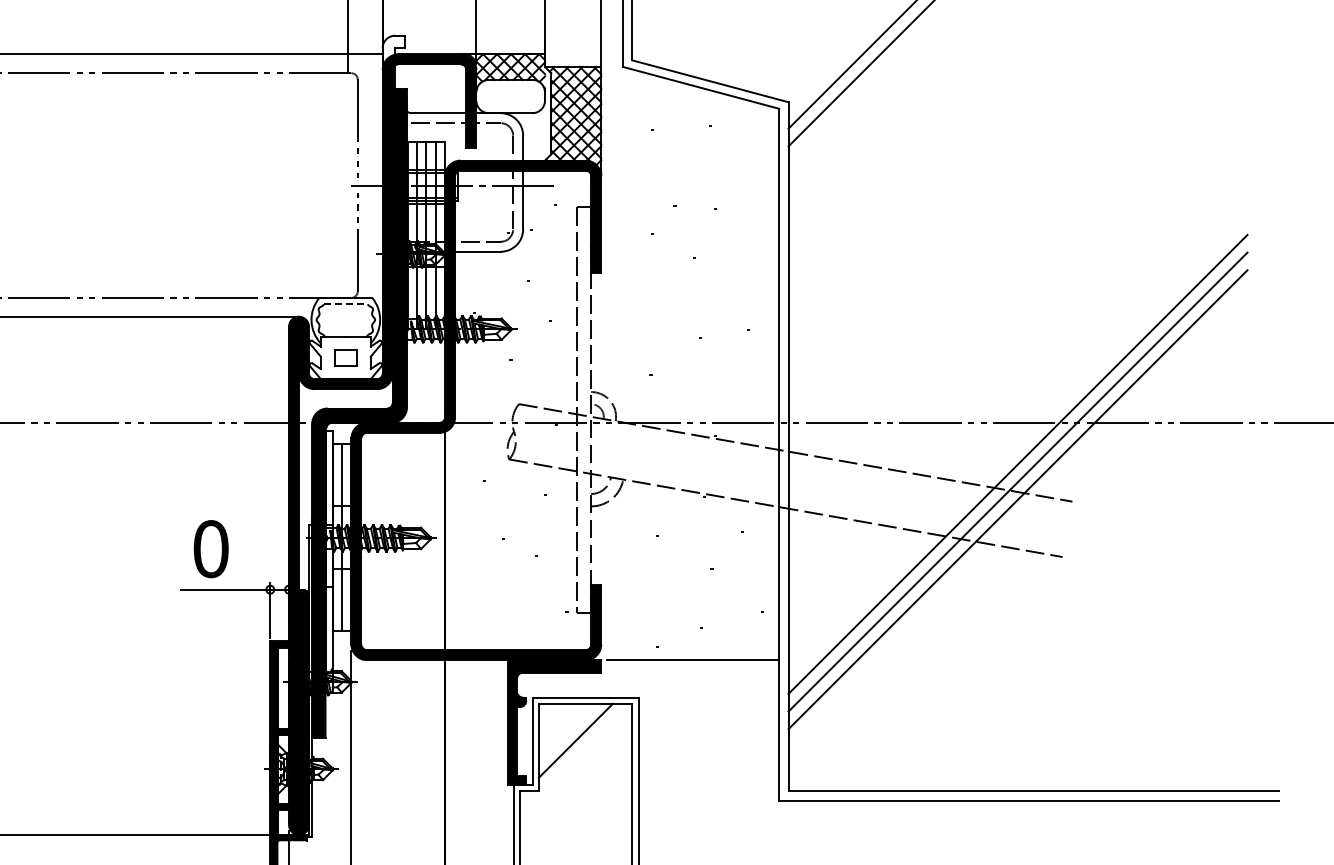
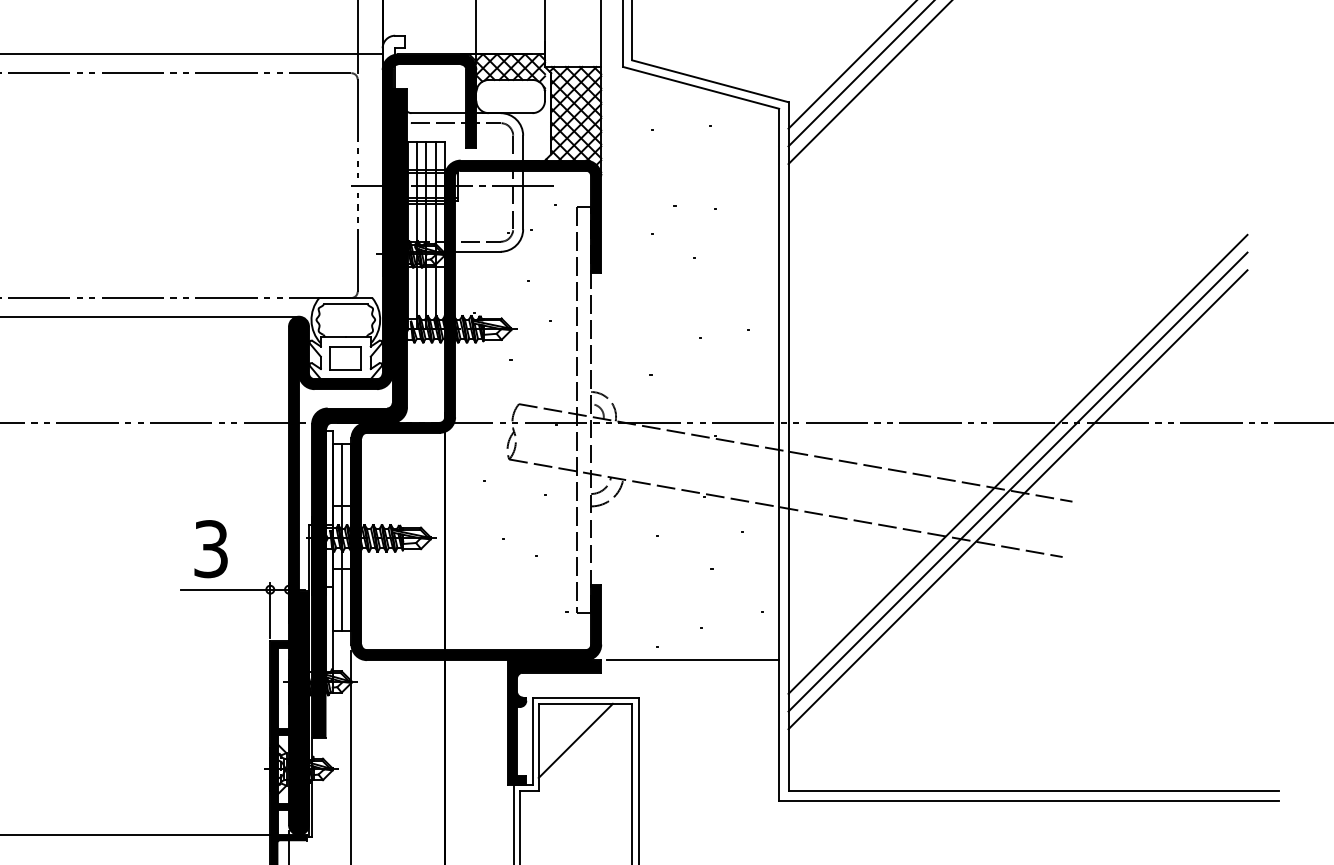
line at (347, 37) position: (347, 37) -> (357, 37)
line at (869, 83): none -> present
line at (345, 304): dashed -> solid
part at (345, 357) size: 24x18 px -> 33x25 px
text at (210, 549): 0 -> 3
